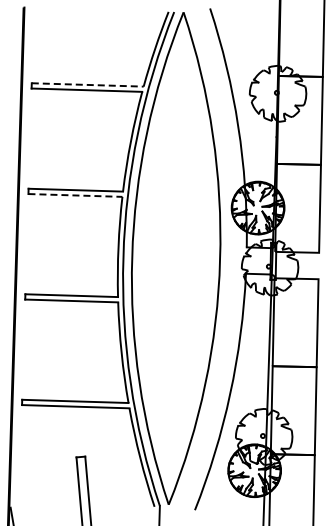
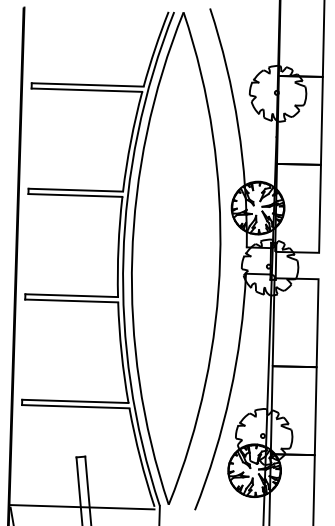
line at (87, 84): dashed -> solid
line at (75, 195): dashed -> solid
line at (82, 507): none -> present
